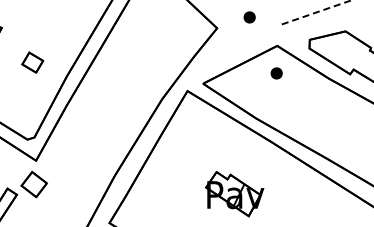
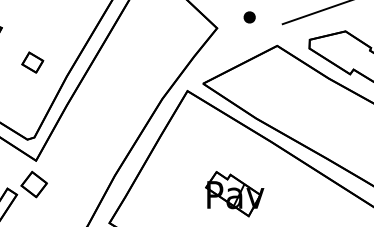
line at (317, 12): dashed -> solid
part at (276, 73): present -> none
